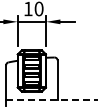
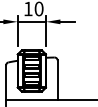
line at (52, 100): dashed -> solid
